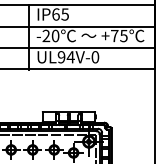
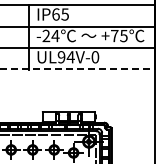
text at (55, 35): -20 -> -24
line at (78, 69): solid -> dashed
